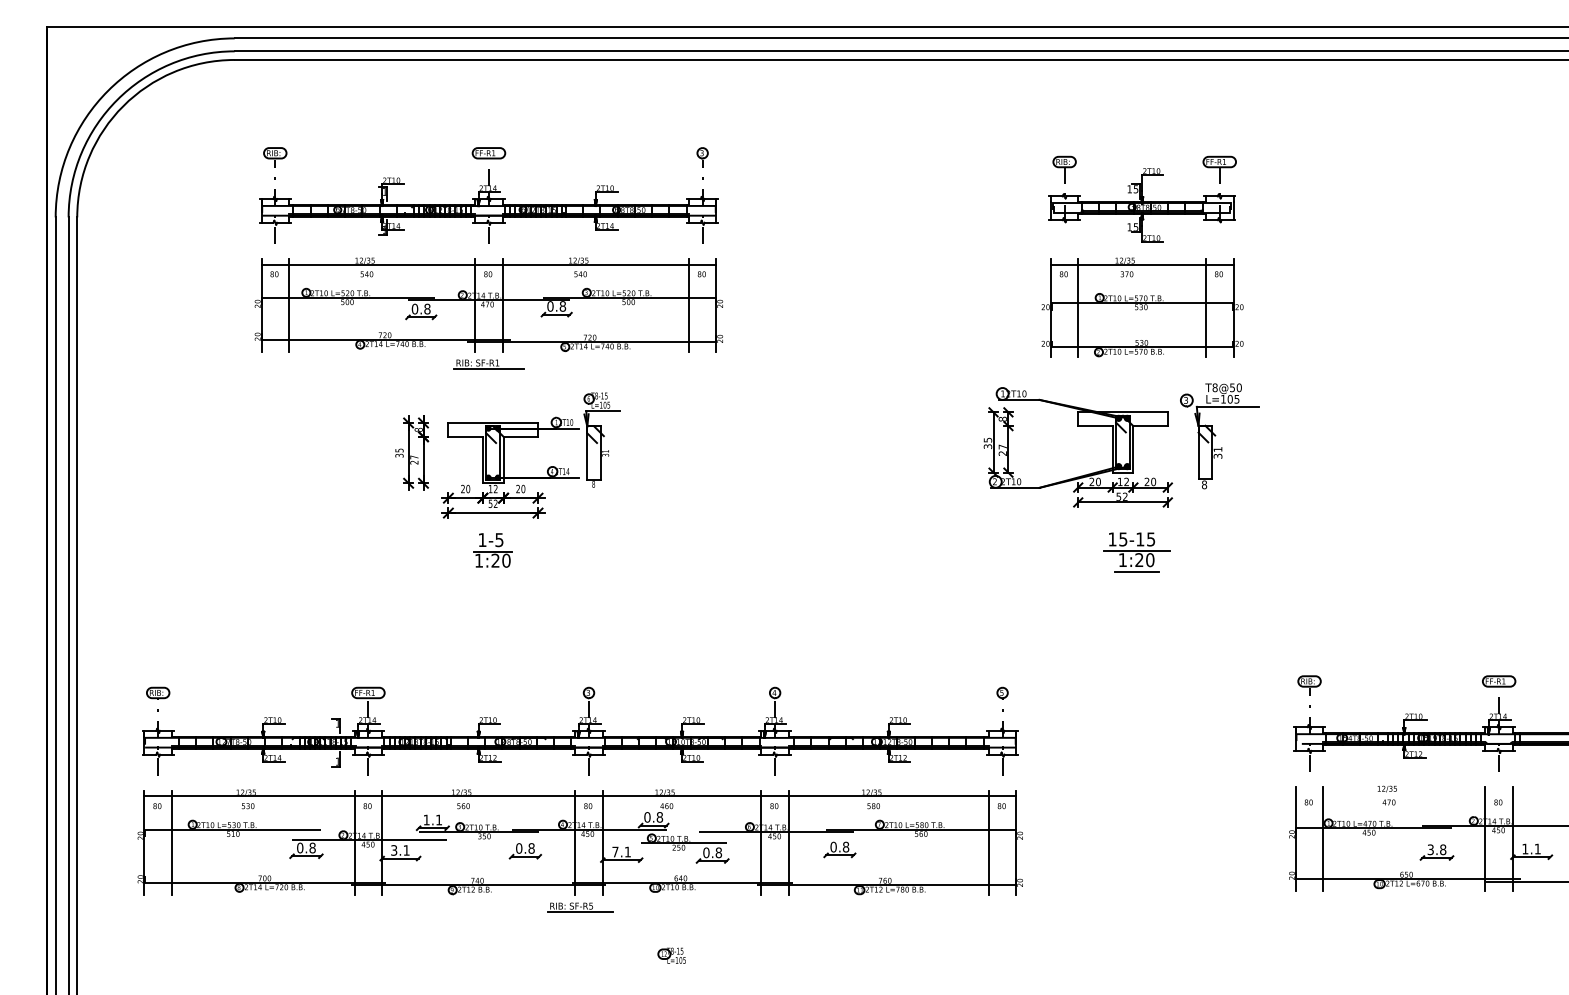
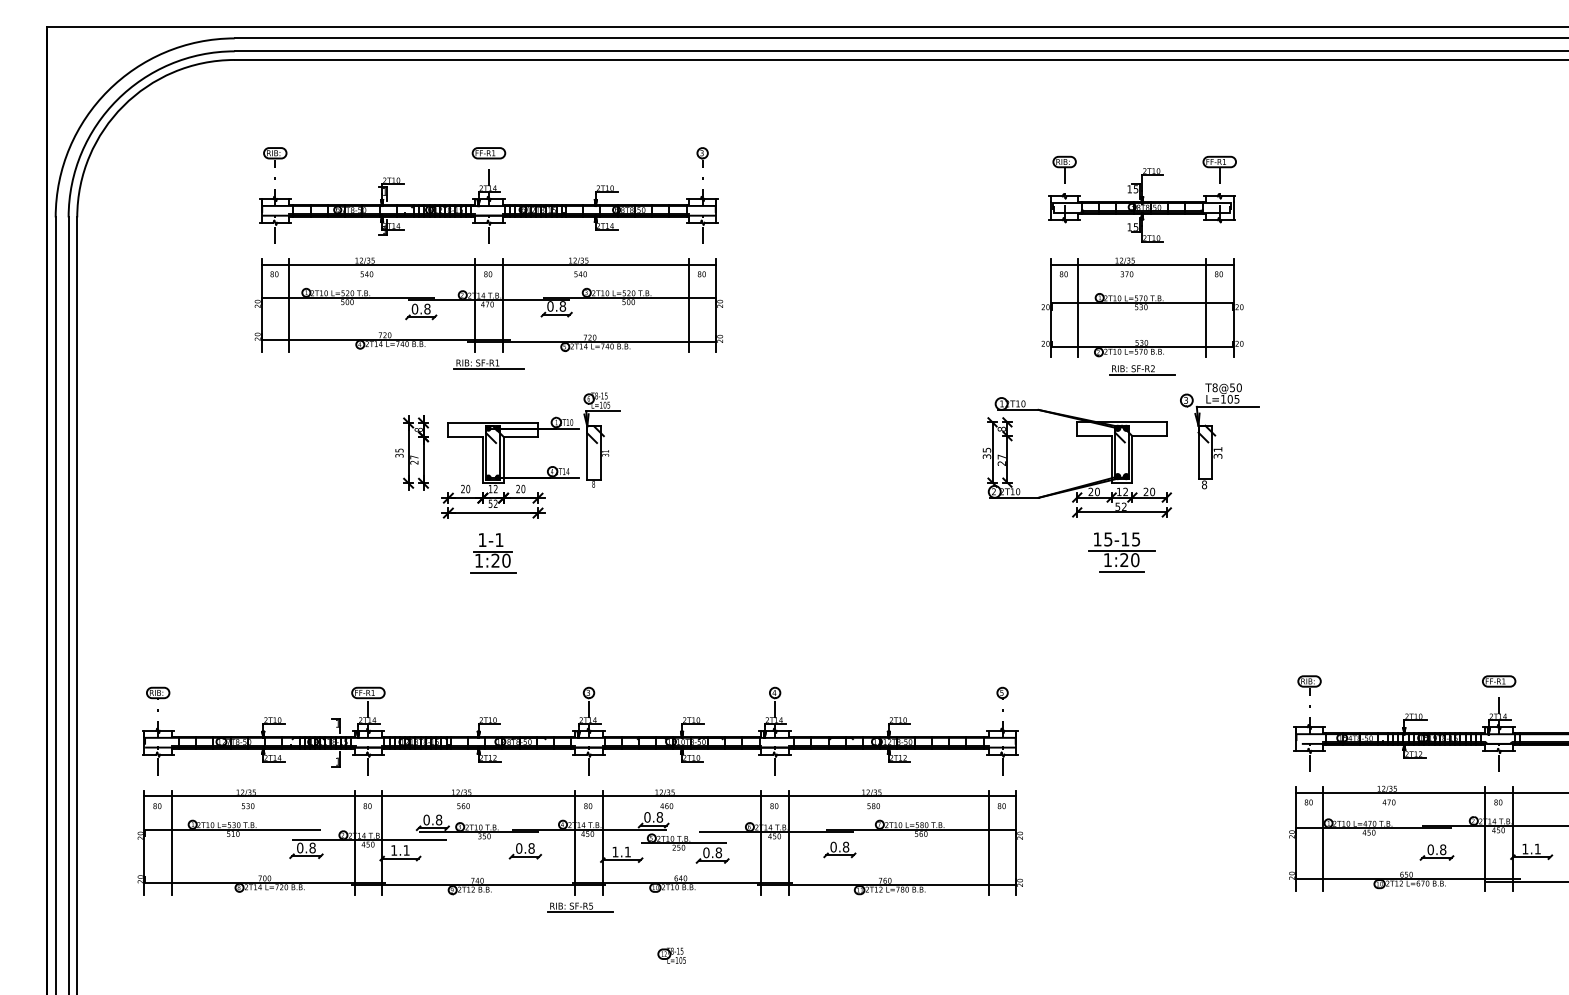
part at (1142, 370): none -> present
part at (1078, 426) position: (1078, 426) -> (1077, 436)
text at (499, 540): 1-5 -> 1-1
part at (1136, 552) position: (1136, 552) -> (1121, 552)
line at (492, 572): none -> present
line at (1430, 792): none -> present
text at (432, 819): 1.1 -> 0.8
text at (1430, 849): 3.8 -> 0.8
text at (394, 850): 3.1 -> 1.1
text at (615, 851): 7.1 -> 1.1
